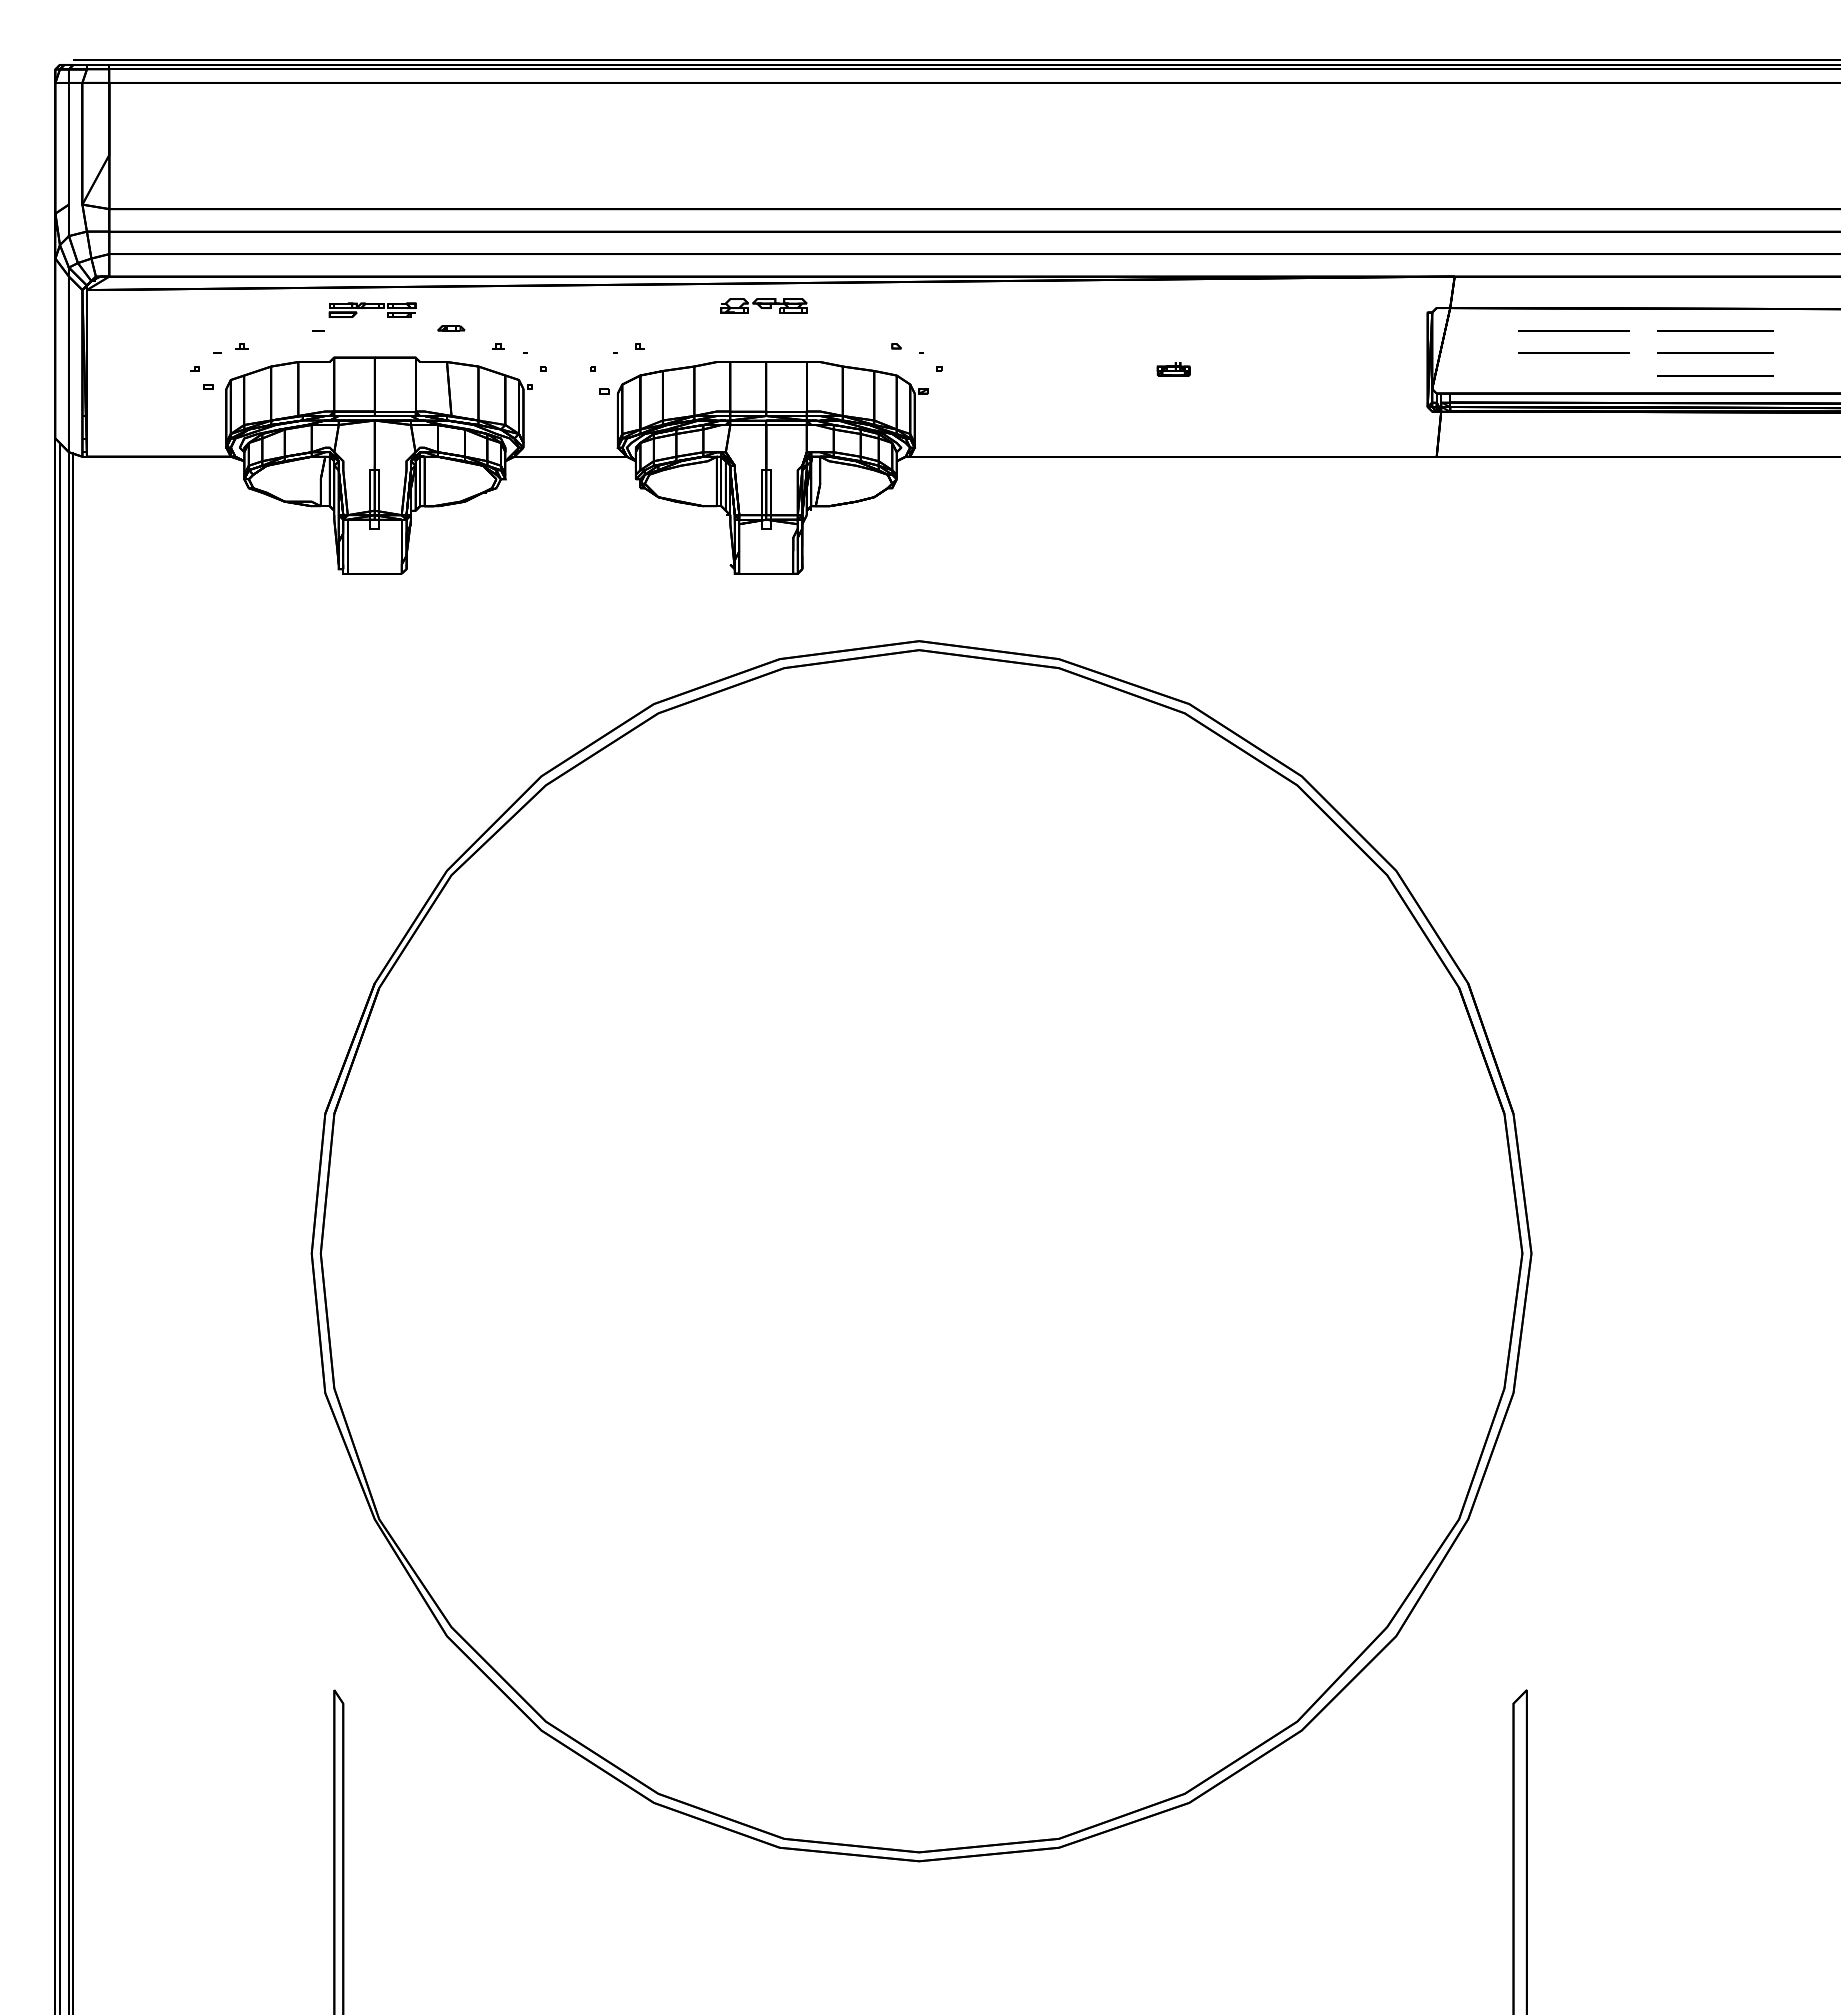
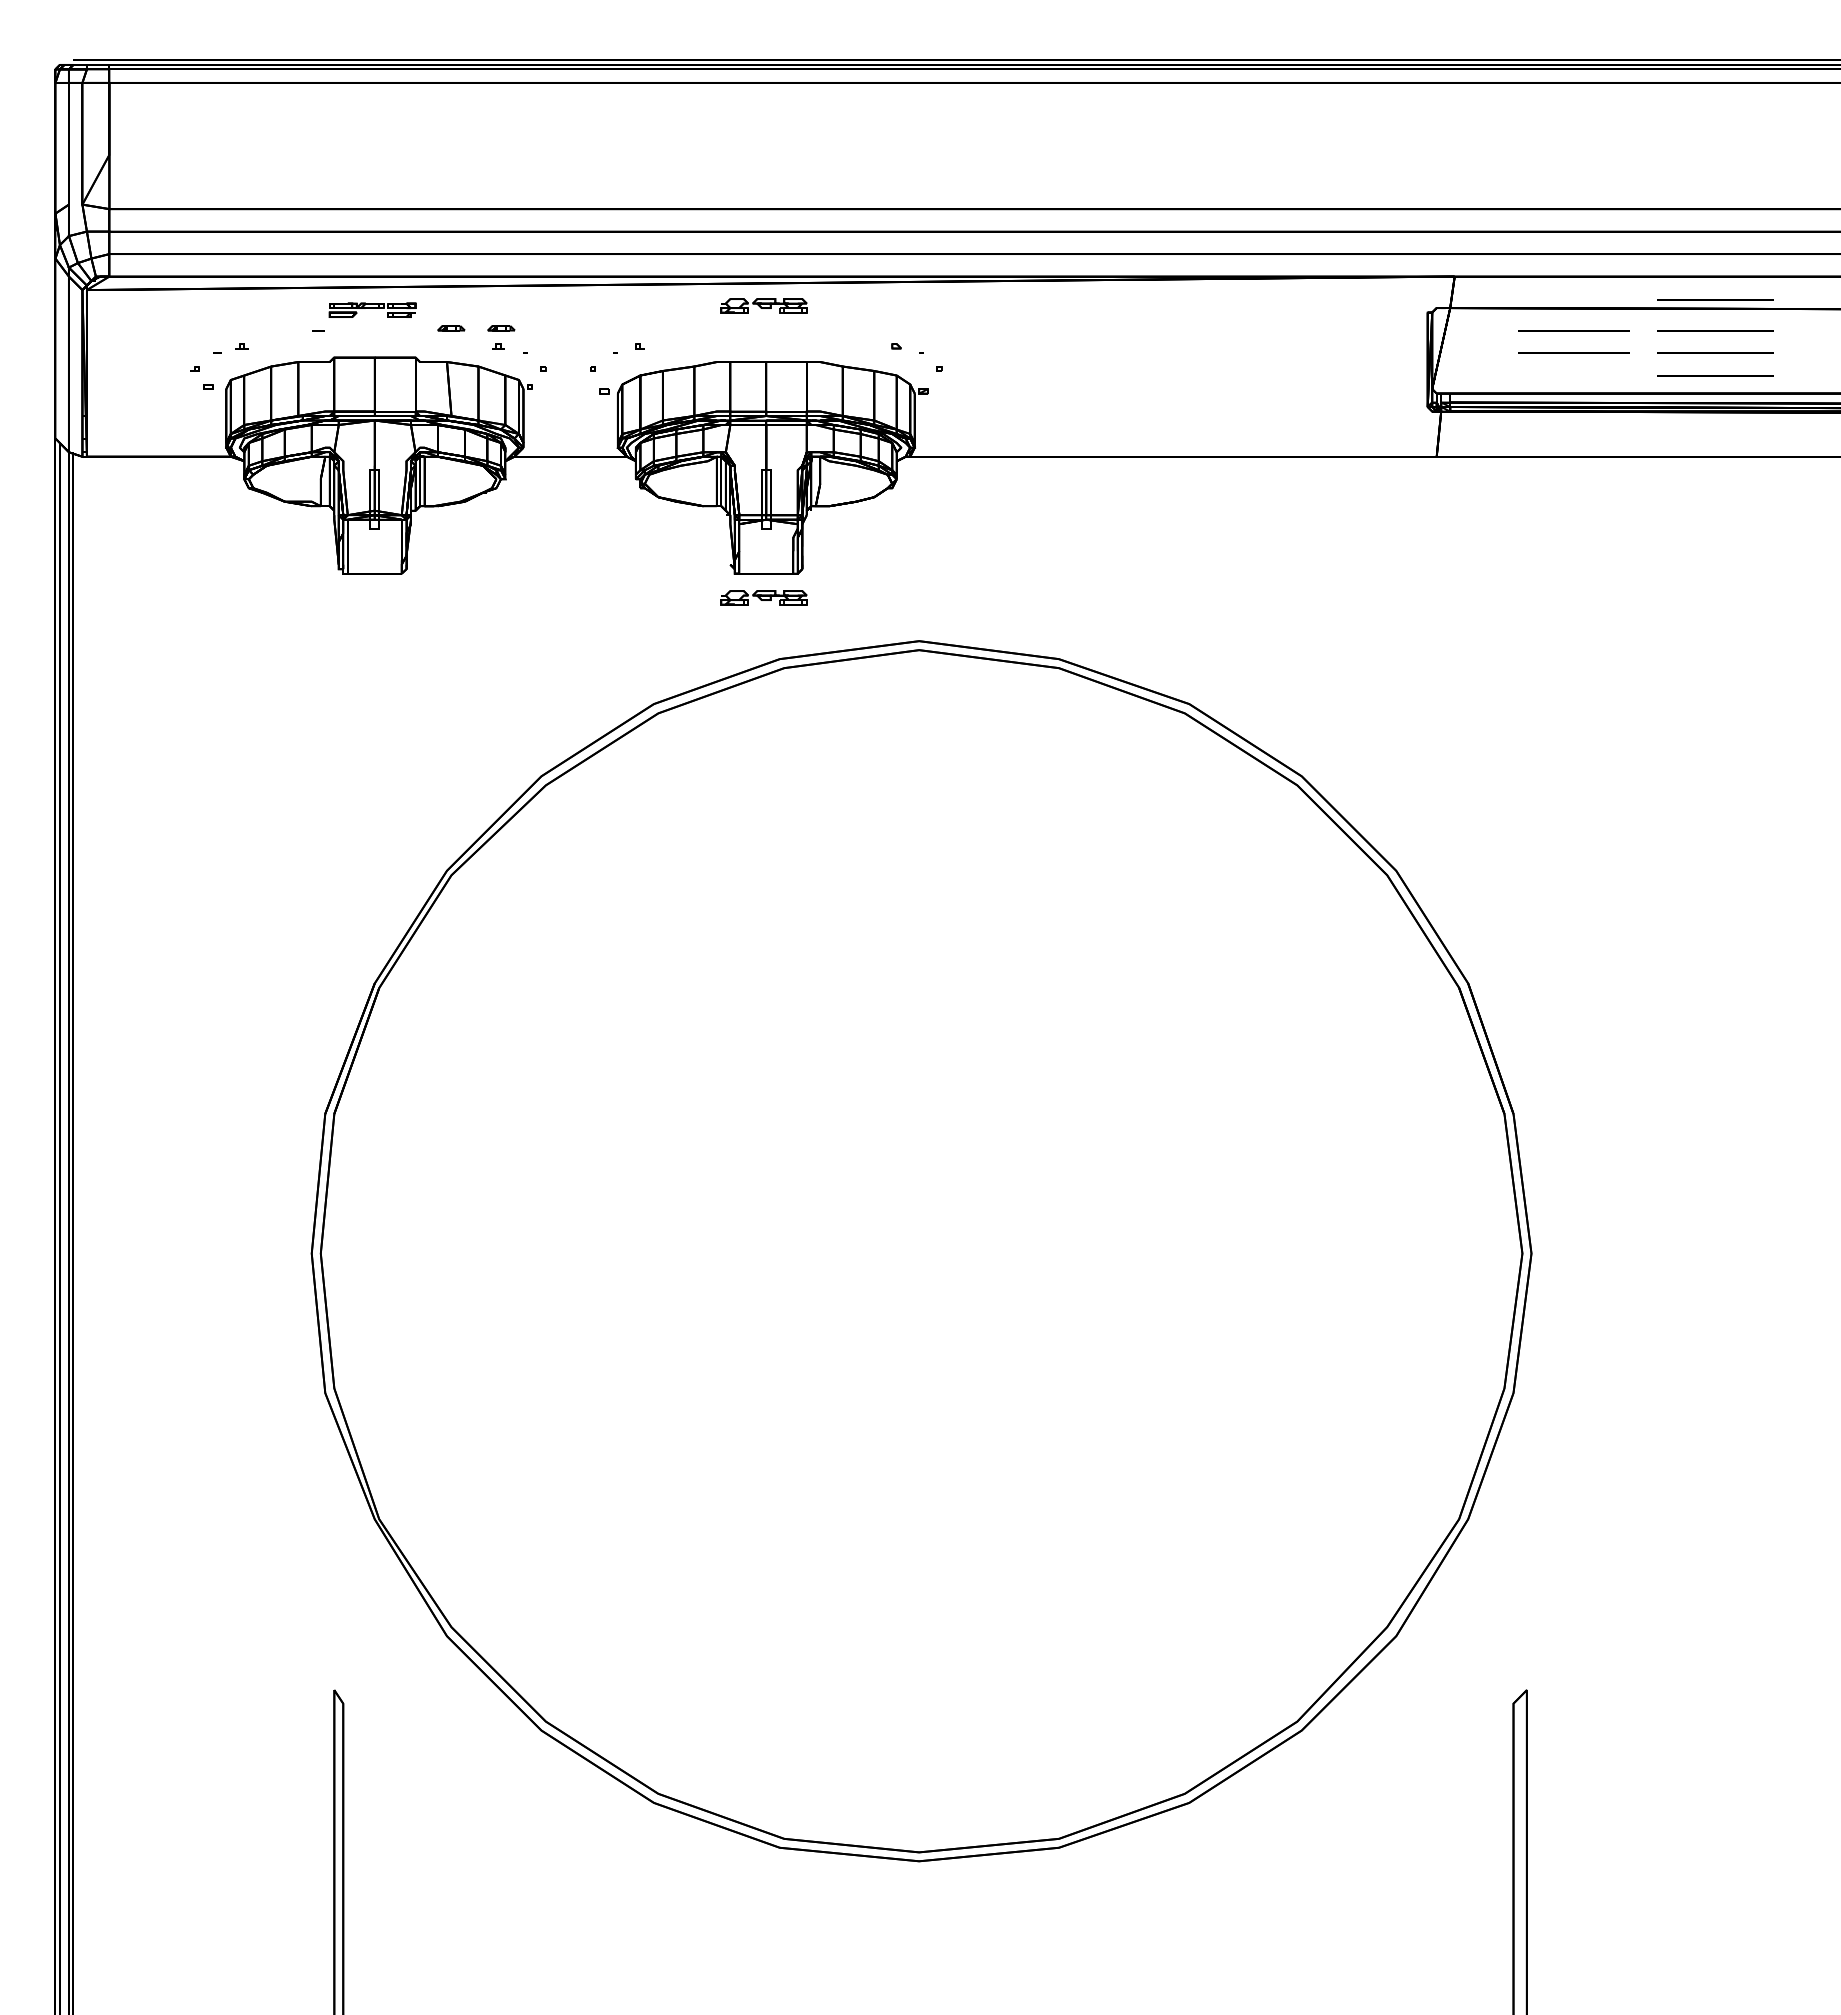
line at (1715, 299): none -> present
part at (501, 328): none -> present
part at (1173, 369): present -> none
part at (763, 597): none -> present
